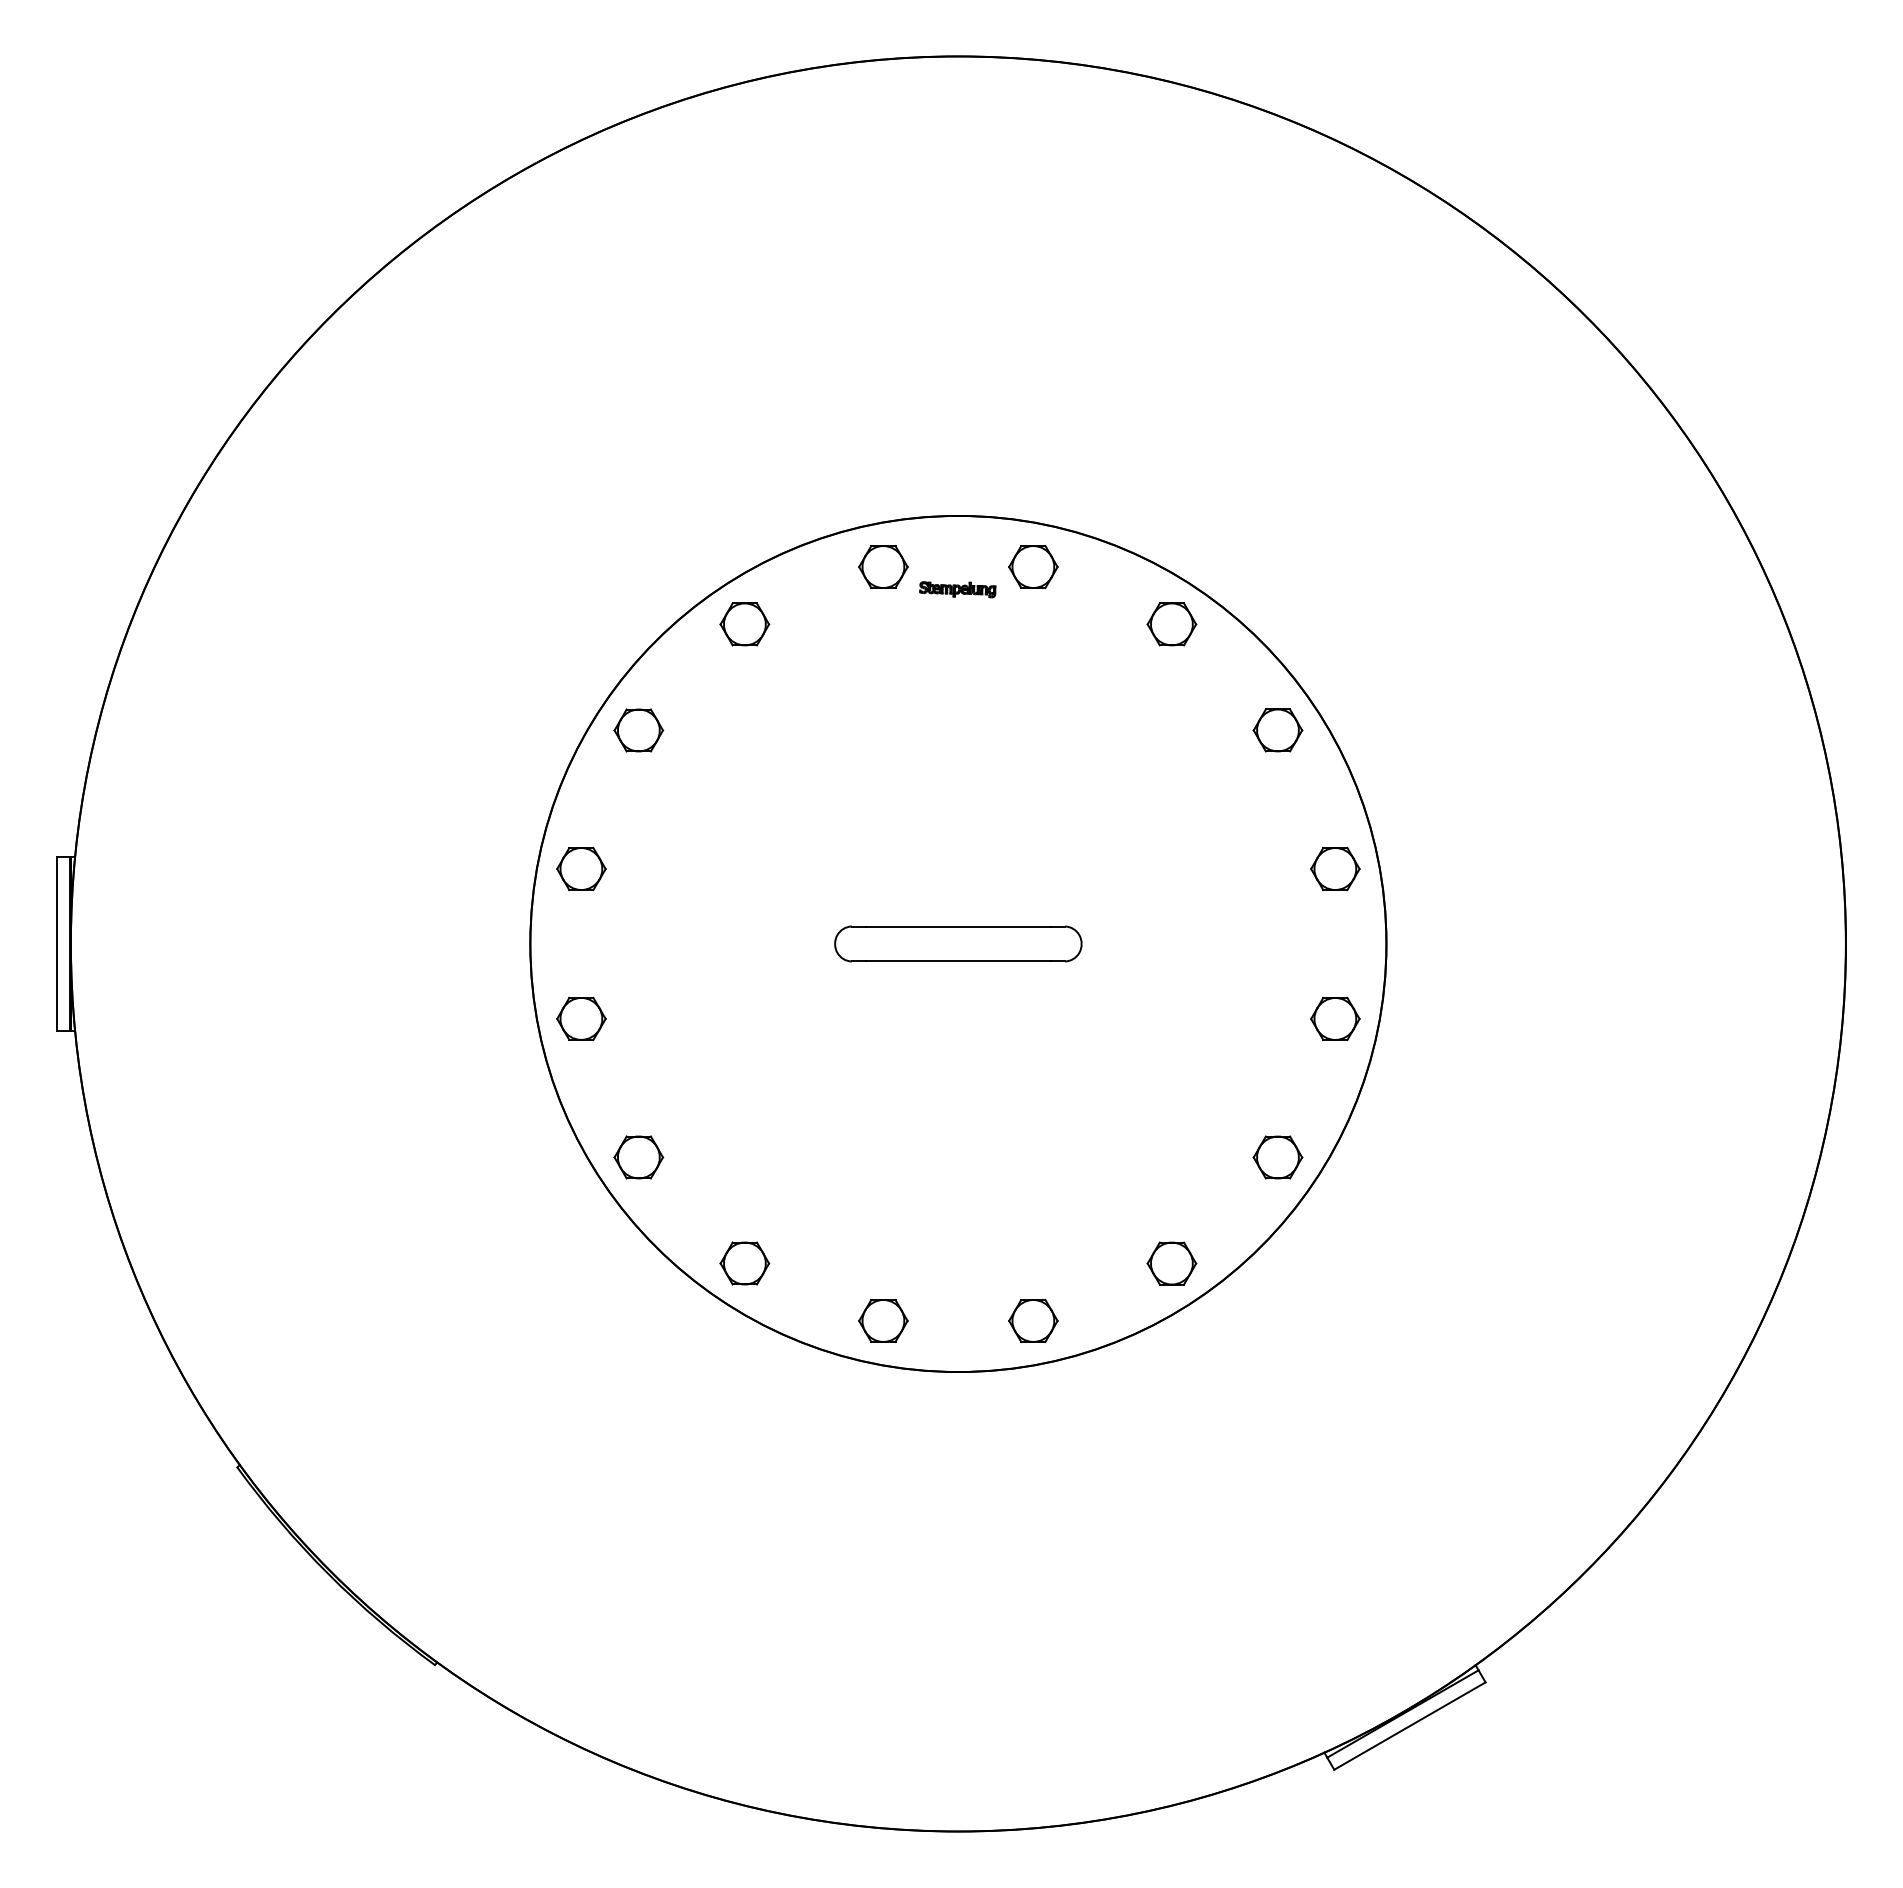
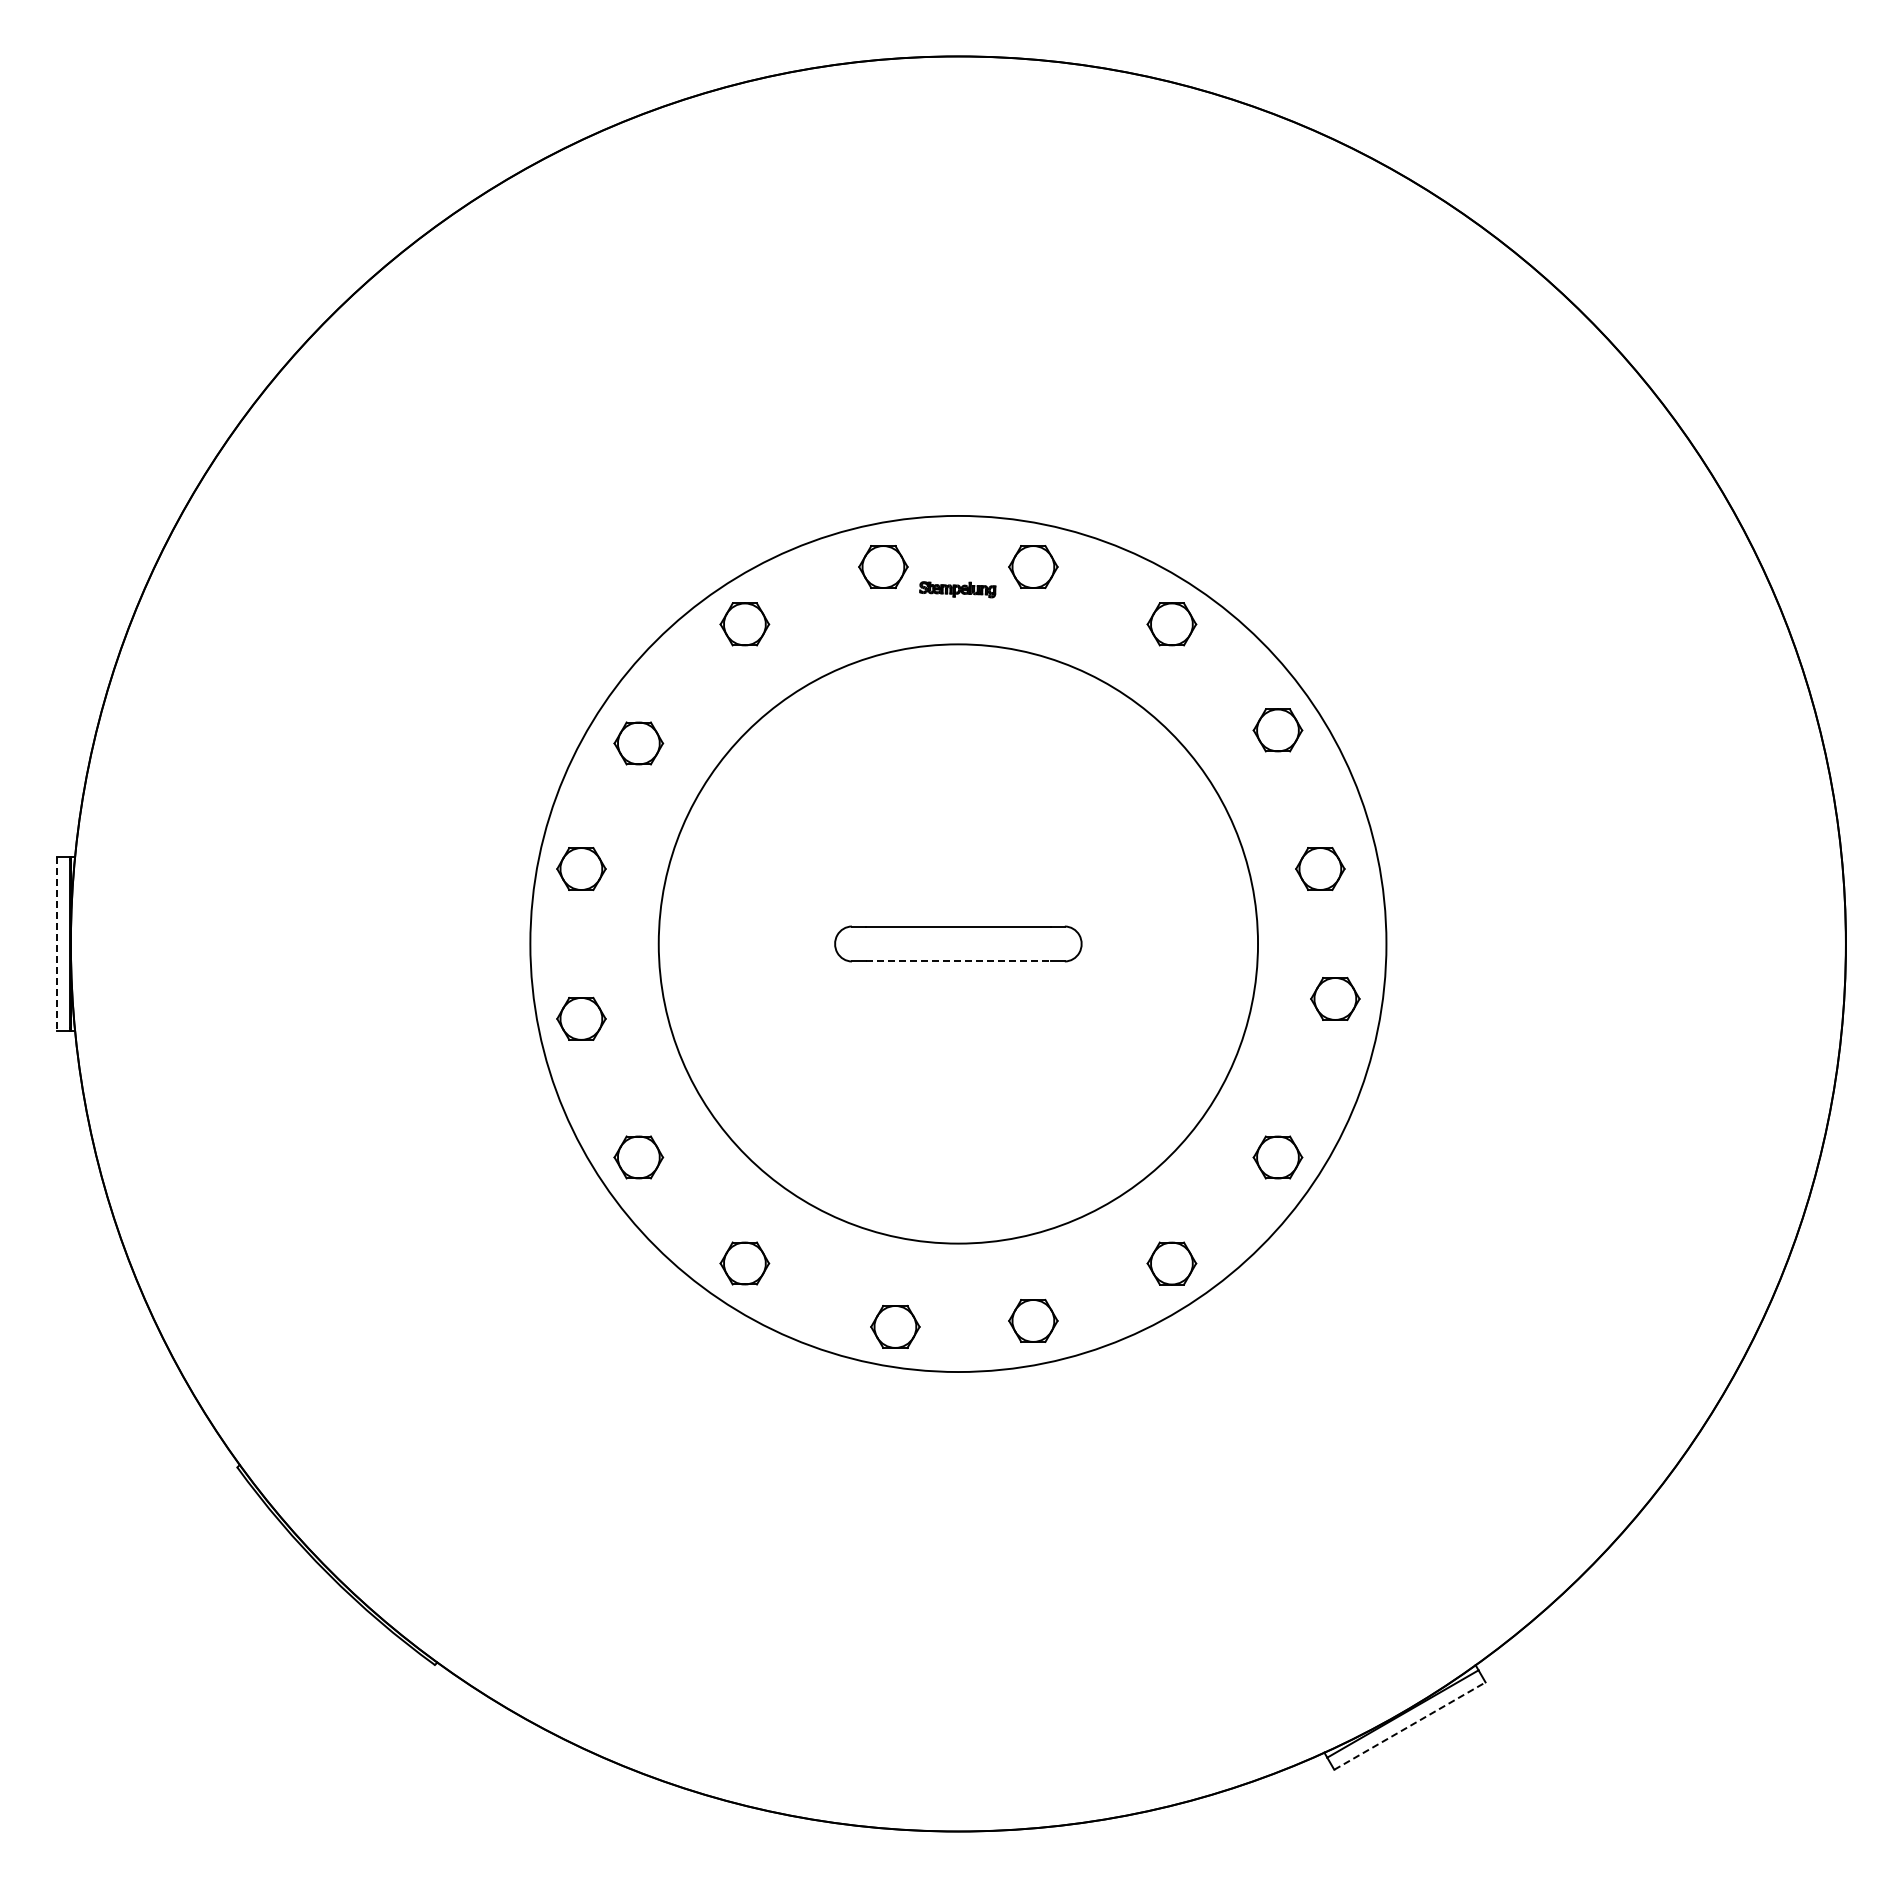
part at (638, 730) position: (638, 730) -> (638, 743)
part at (1335, 868) position: (1335, 868) -> (1320, 868)
circle at (958, 943) diameter: 856 px -> 599 px
line at (57, 944): solid -> dashed
line at (958, 961): solid -> dashed
part at (1335, 1018) position: (1335, 1018) -> (1335, 998)
part at (883, 1320) position: (883, 1320) -> (895, 1326)
line at (1410, 1725): solid -> dashed
